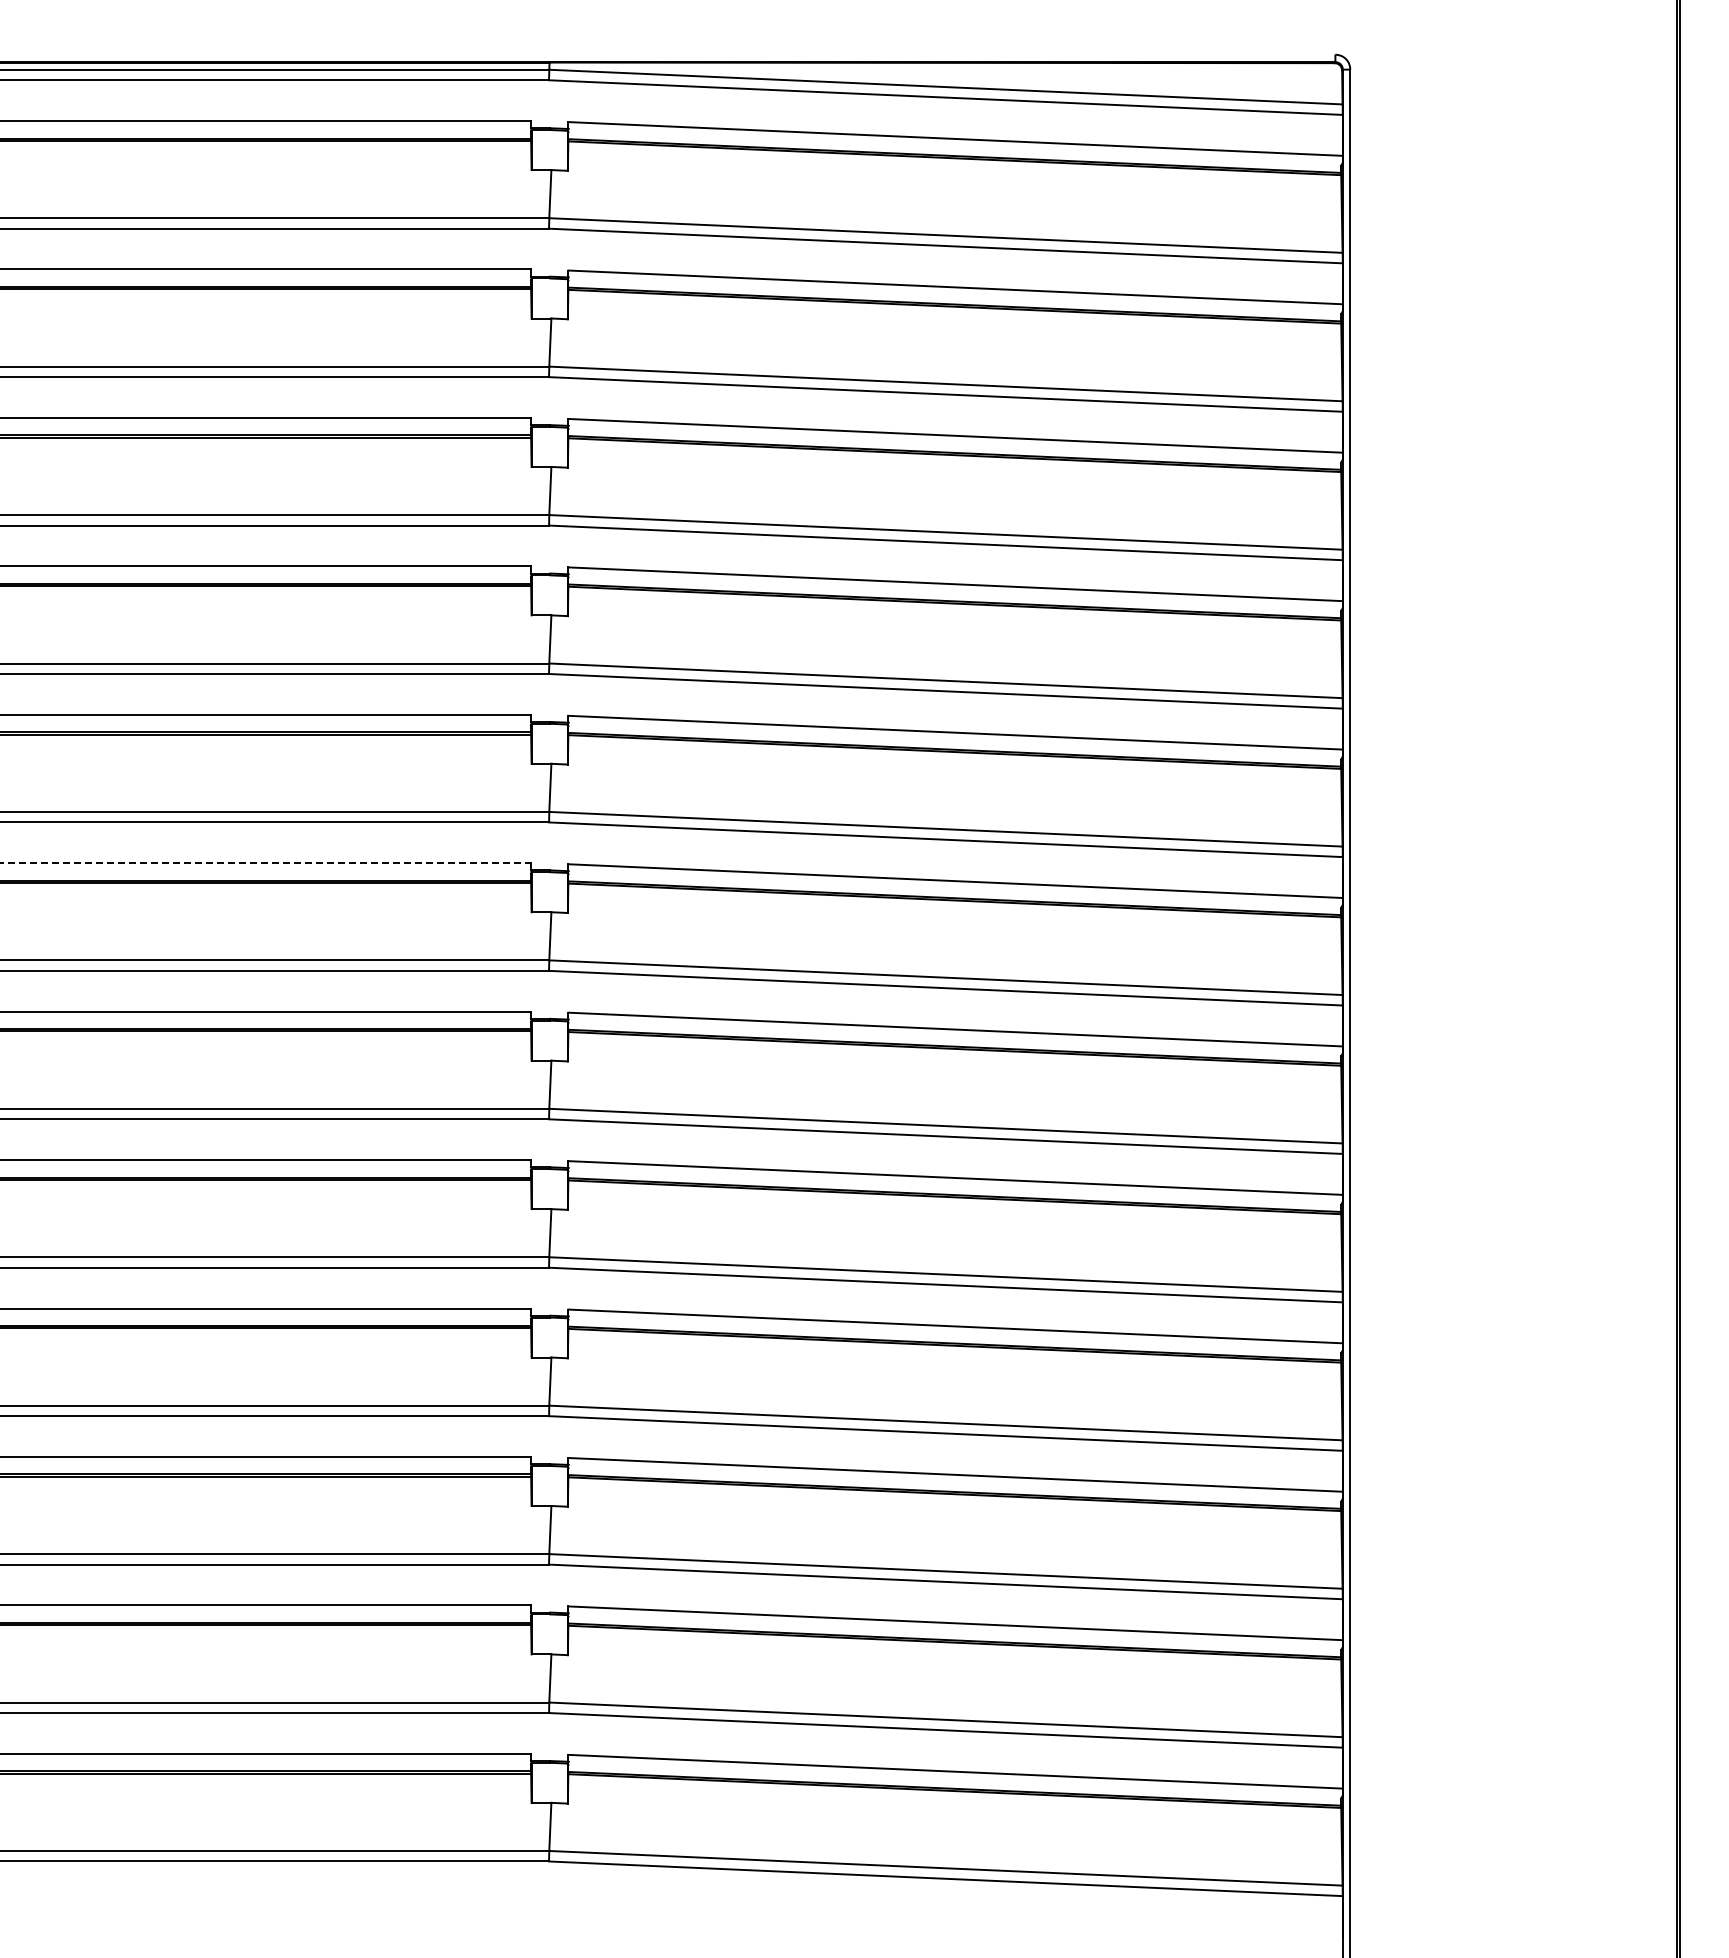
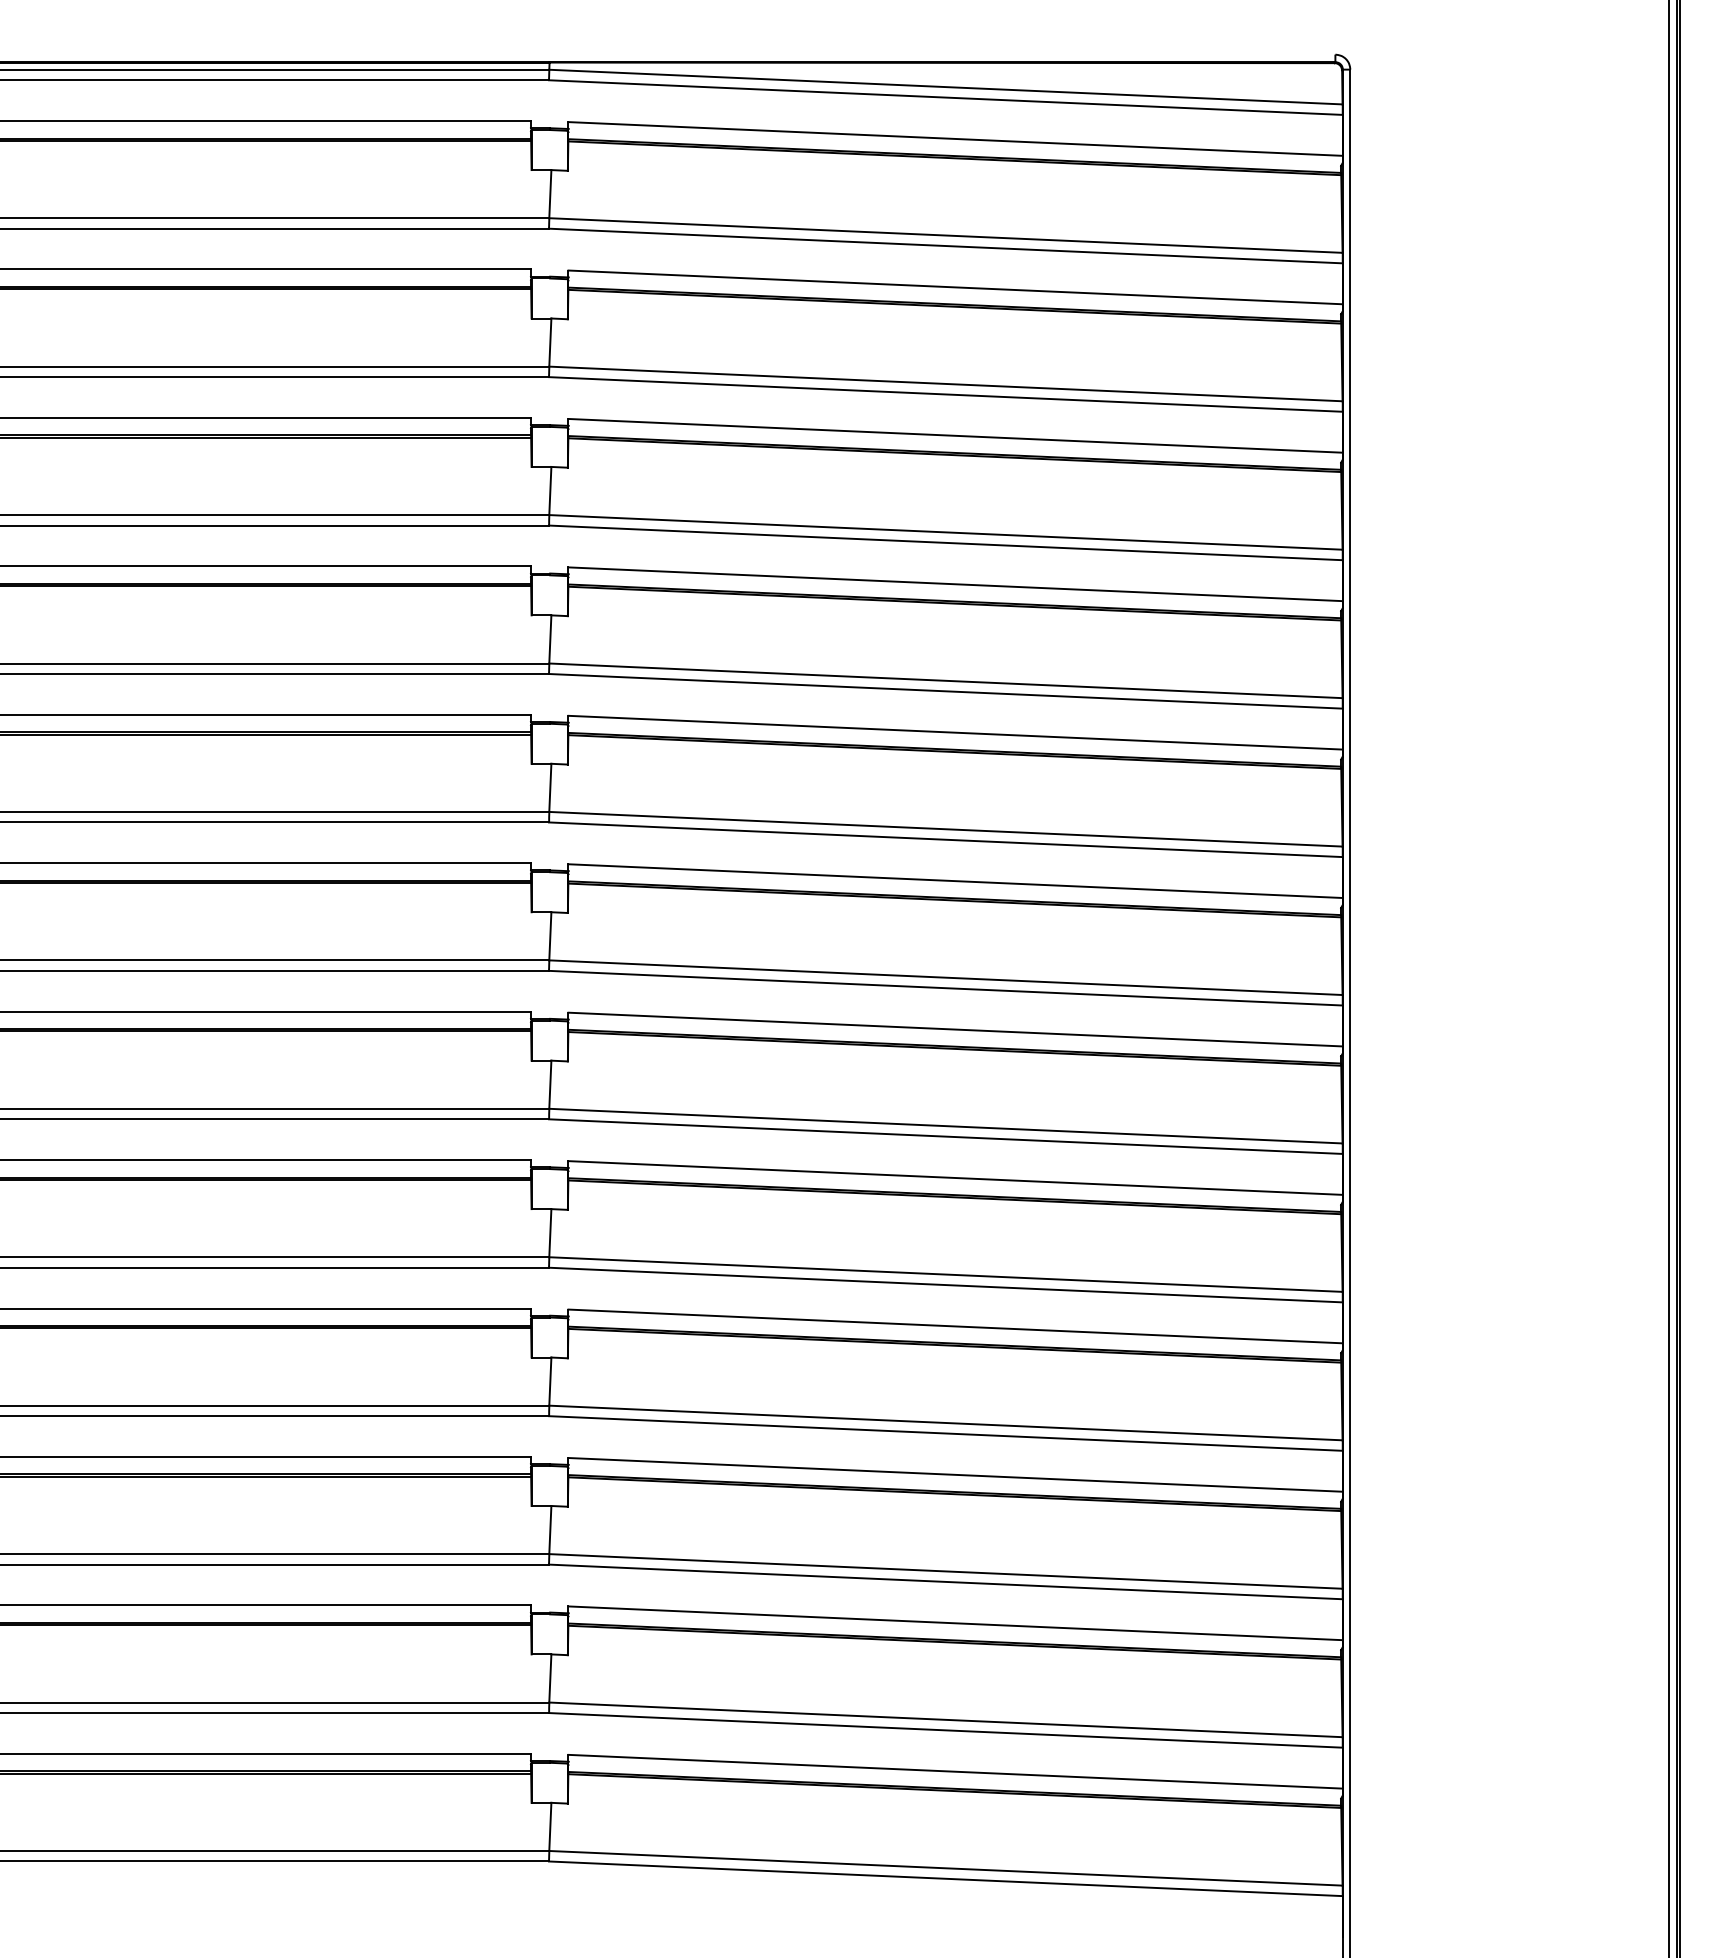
line at (266, 863): dashed -> solid
line at (1669, 978): none -> present
